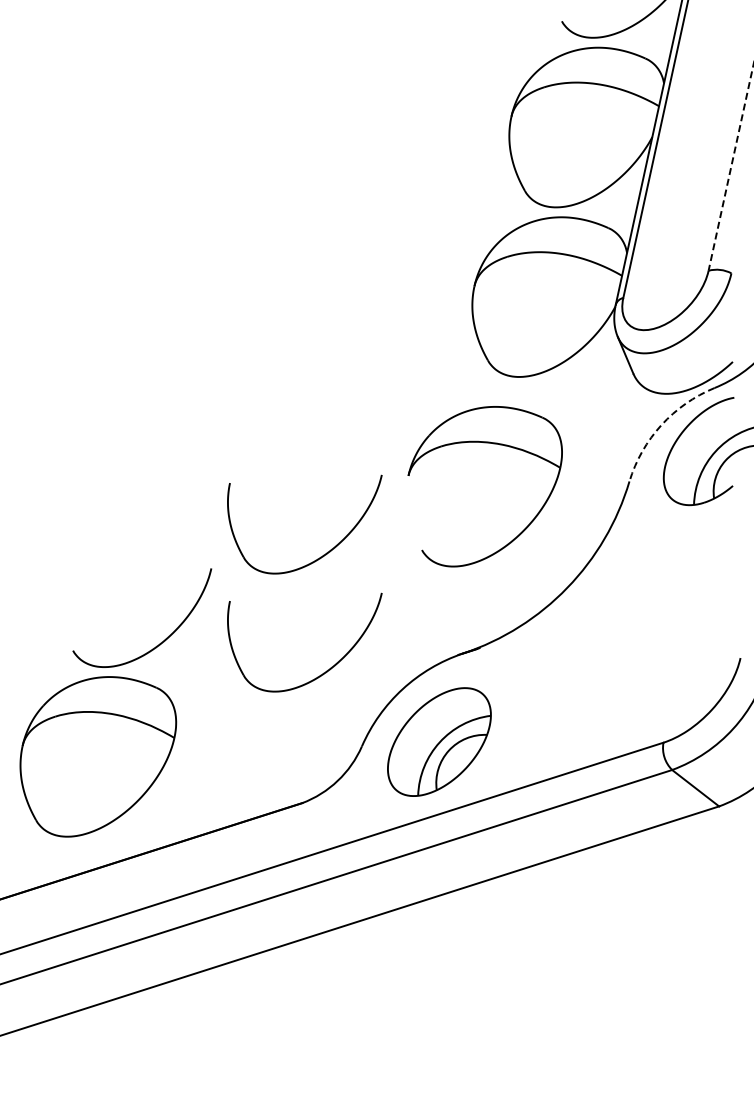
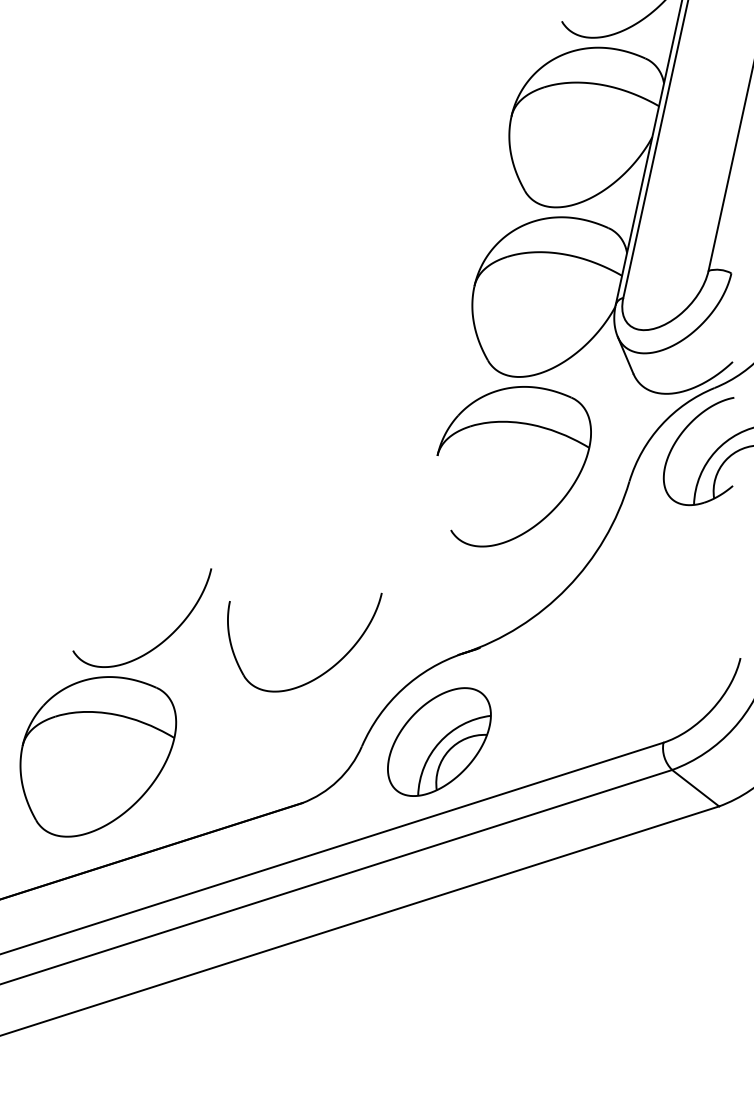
line at (731, 167): dashed -> solid
arc at (661, 425): dashed -> solid
part at (493, 444) position: (493, 444) -> (522, 424)
part at (323, 554): present -> none
